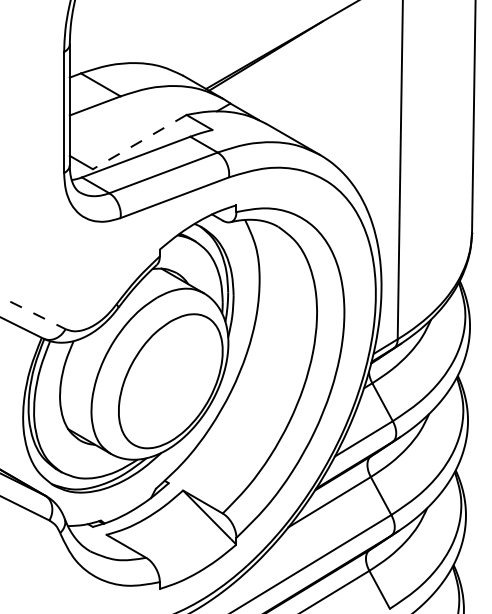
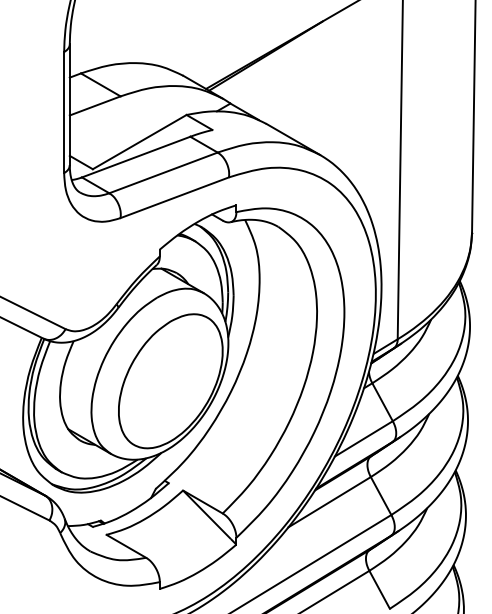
line at (139, 142): dashed -> solid
line at (33, 313): dashed -> solid
